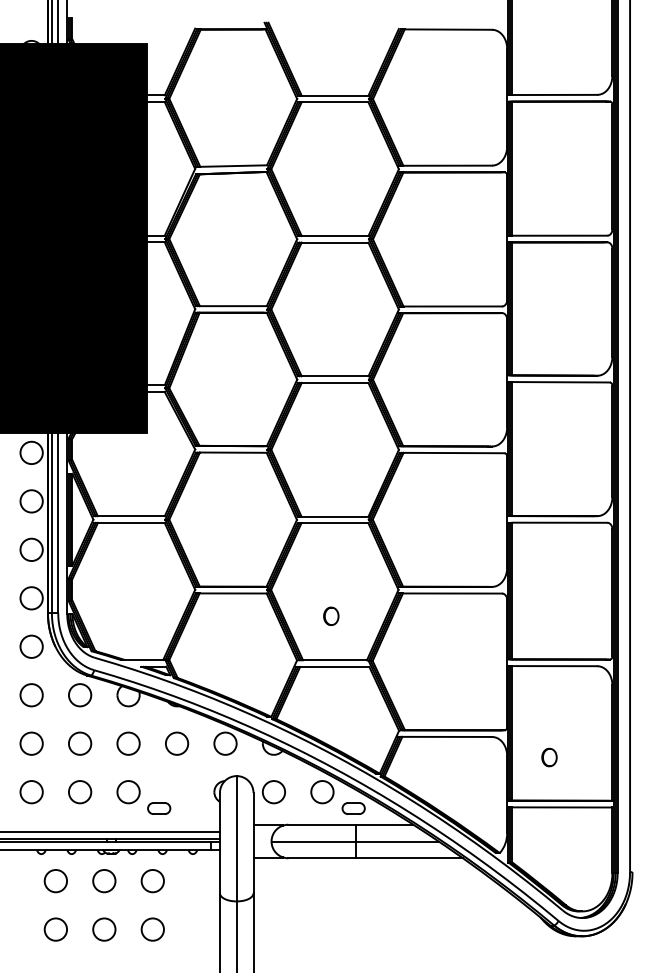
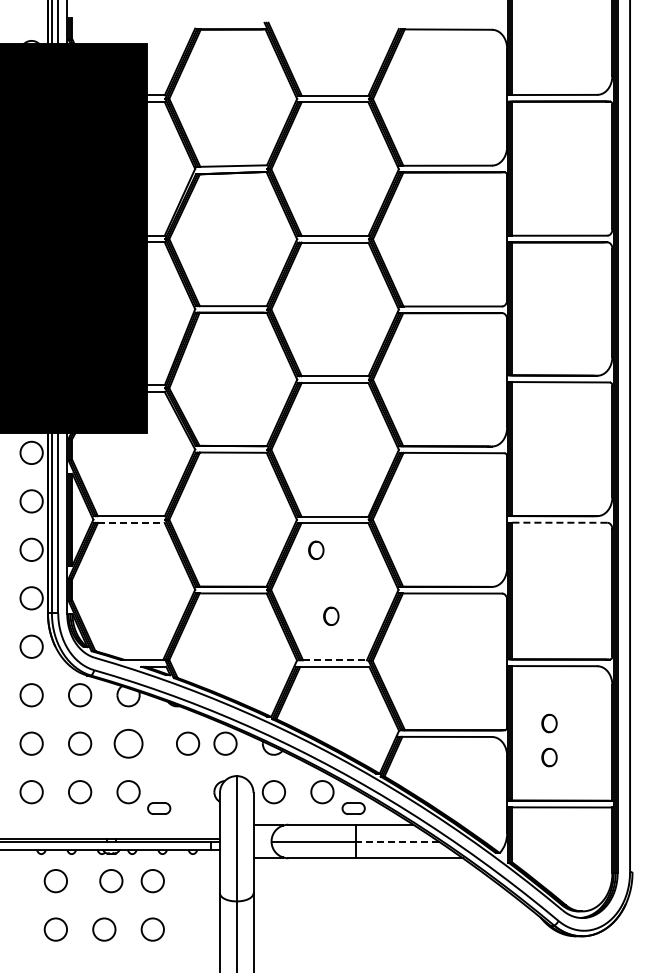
line at (131, 522): solid -> dashed
line at (560, 522): solid -> dashed
part at (316, 549): none -> present
line at (335, 660): solid -> dashed
part at (549, 723): none -> present
circle at (128, 743) size: 25x25 px -> 31x30 px
circle at (177, 743) position: (177, 743) -> (188, 743)
line at (110, 832): present -> none
line at (396, 841): solid -> dashed
circle at (104, 881) position: (104, 881) -> (111, 881)
